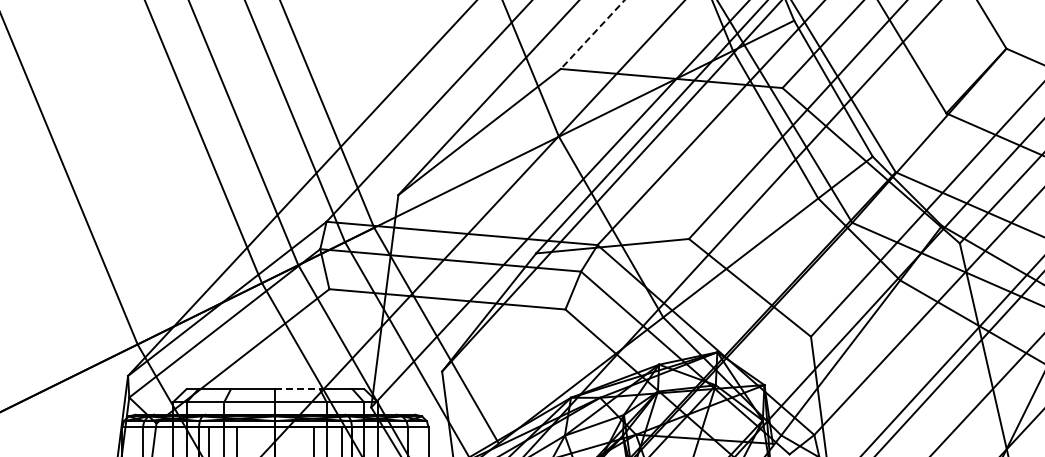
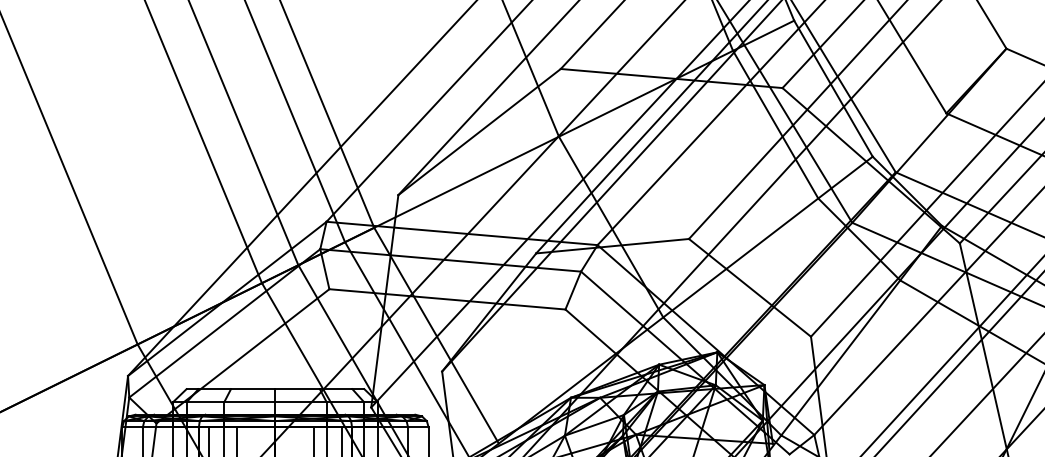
line at (592, 34): dashed -> solid
line at (298, 389): dashed -> solid
